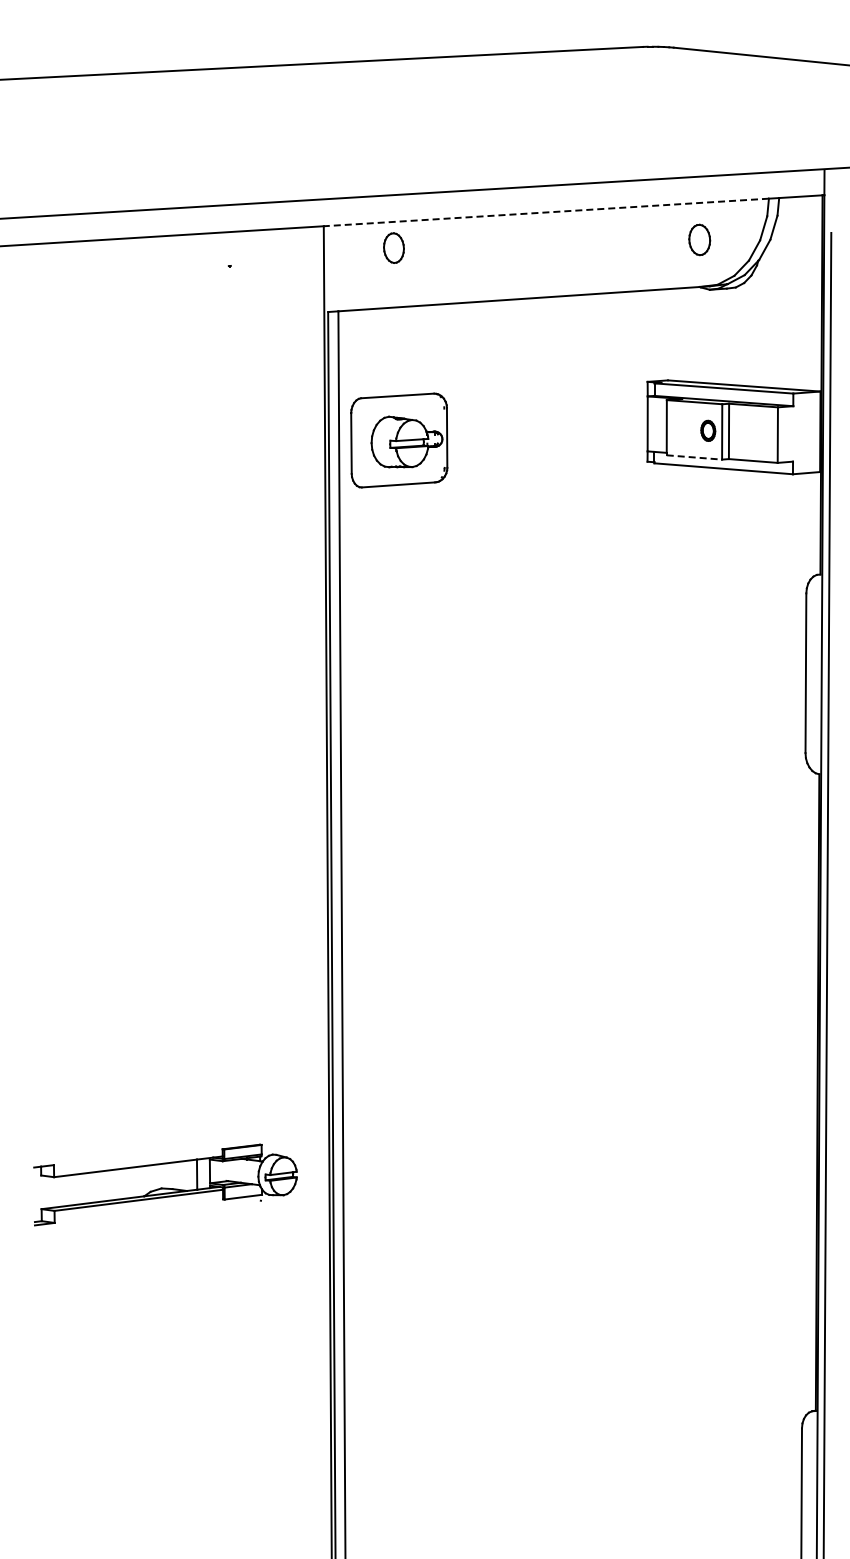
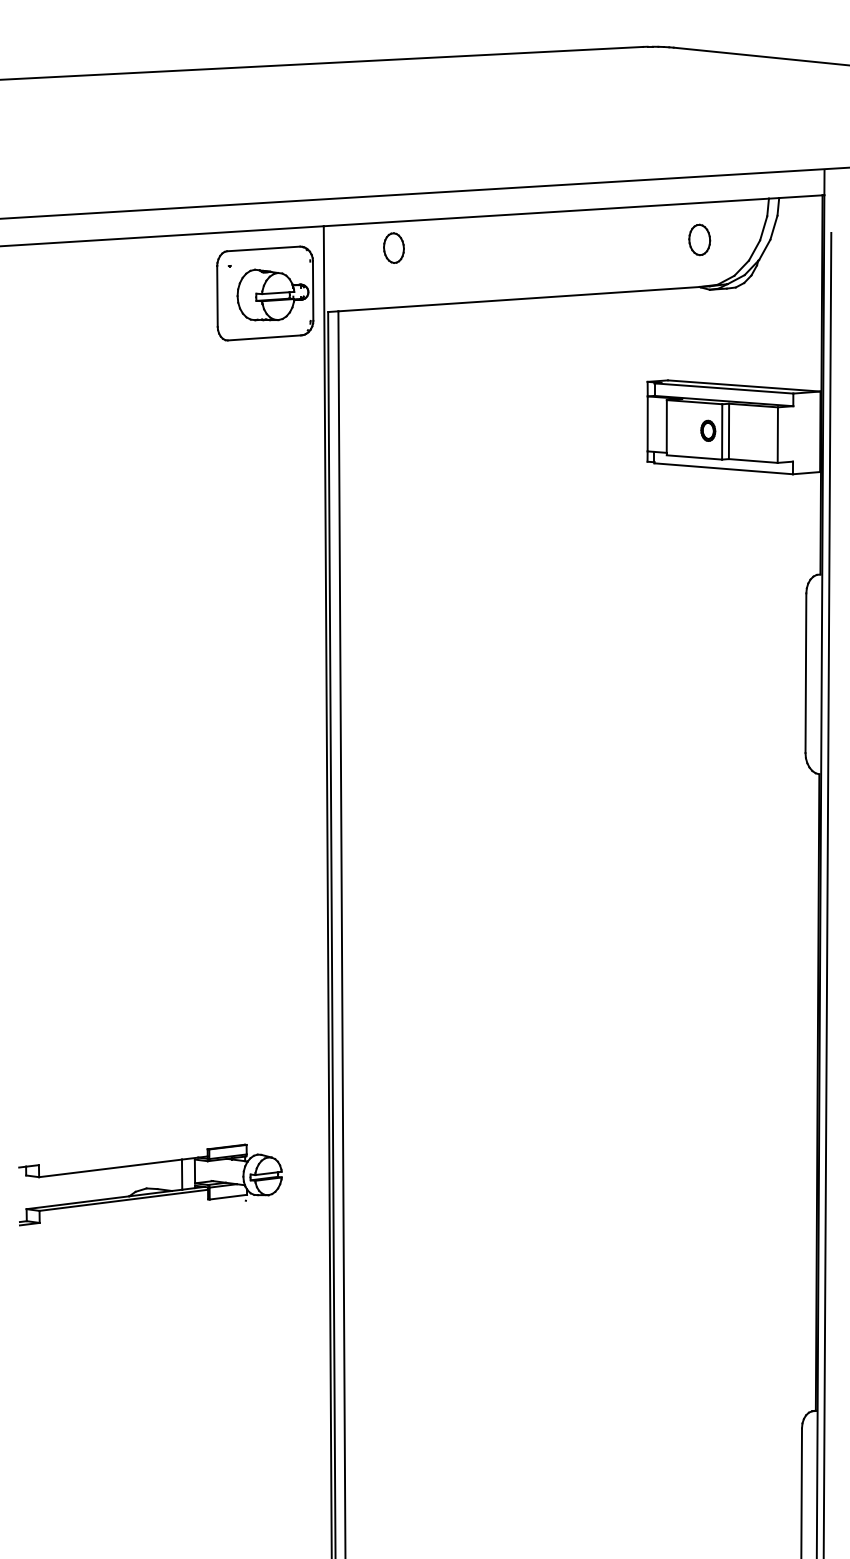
line at (545, 212): dashed -> solid
part at (399, 440) position: (399, 440) -> (265, 293)
line at (694, 457): dashed -> solid
part at (165, 1184) position: (165, 1184) -> (150, 1184)
